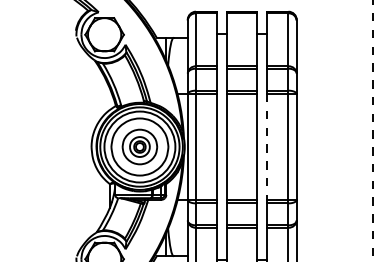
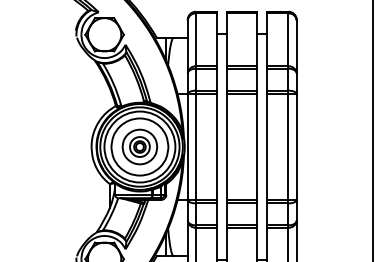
line at (372, 130): dashed -> solid
line at (266, 147): dashed -> solid
